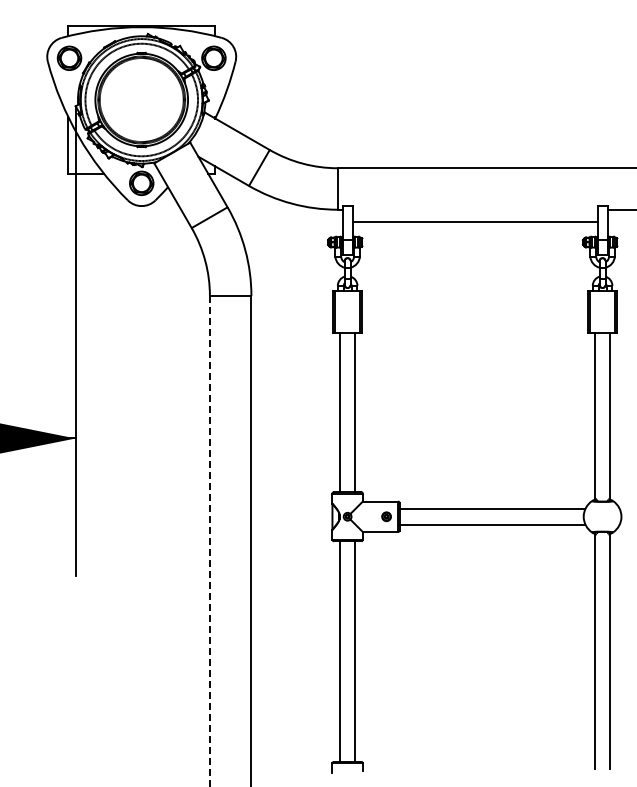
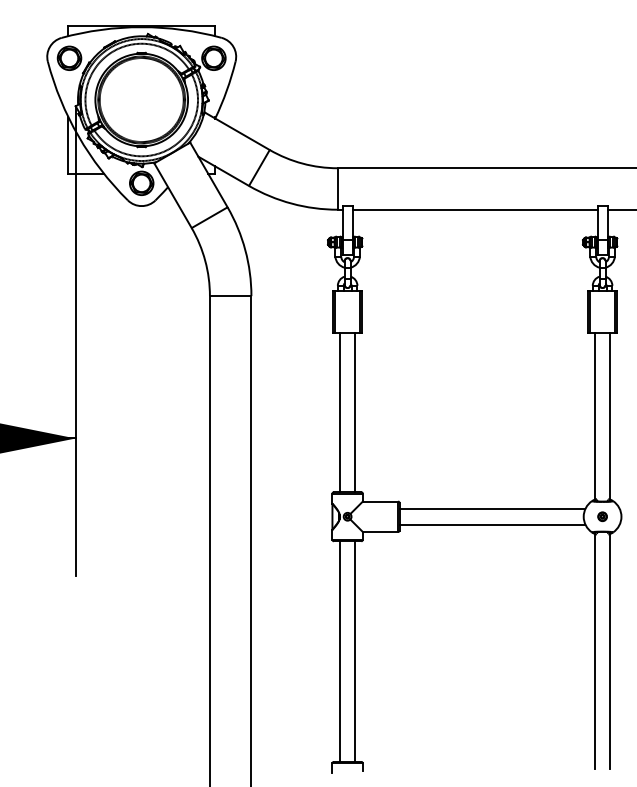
line at (474, 221) position: (474, 221) -> (474, 209)
part at (386, 516) position: (386, 516) -> (602, 516)
line at (209, 542): dashed -> solid
